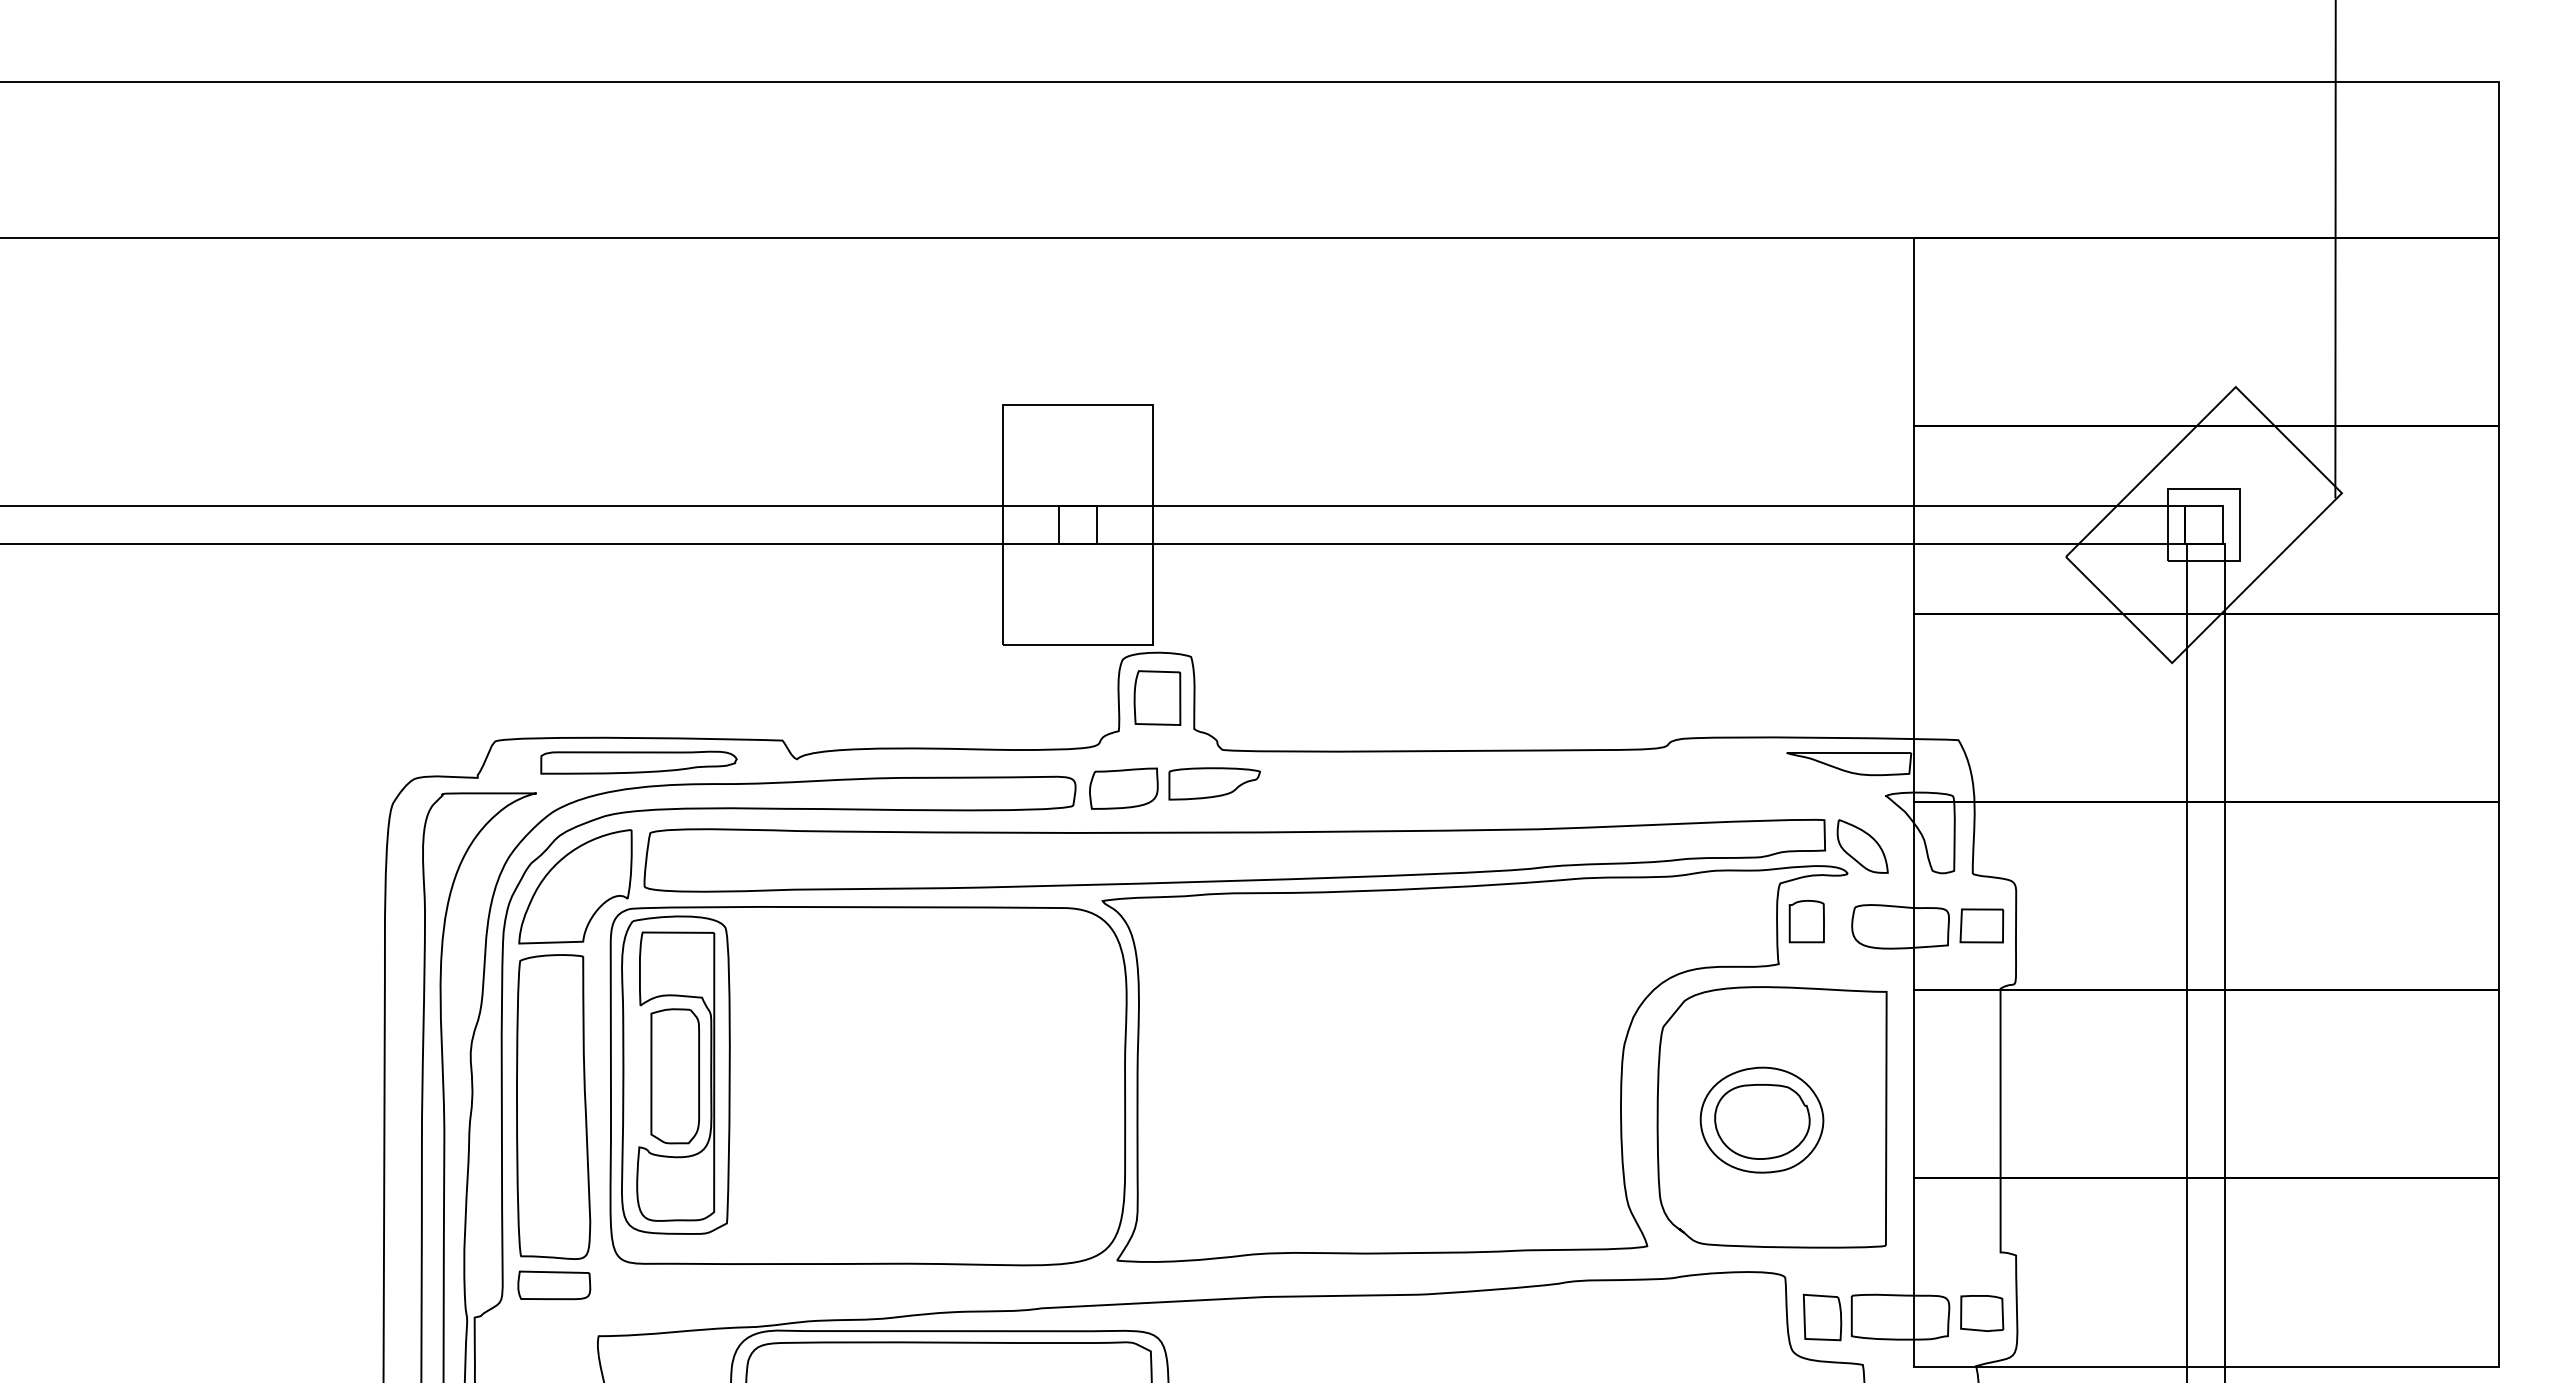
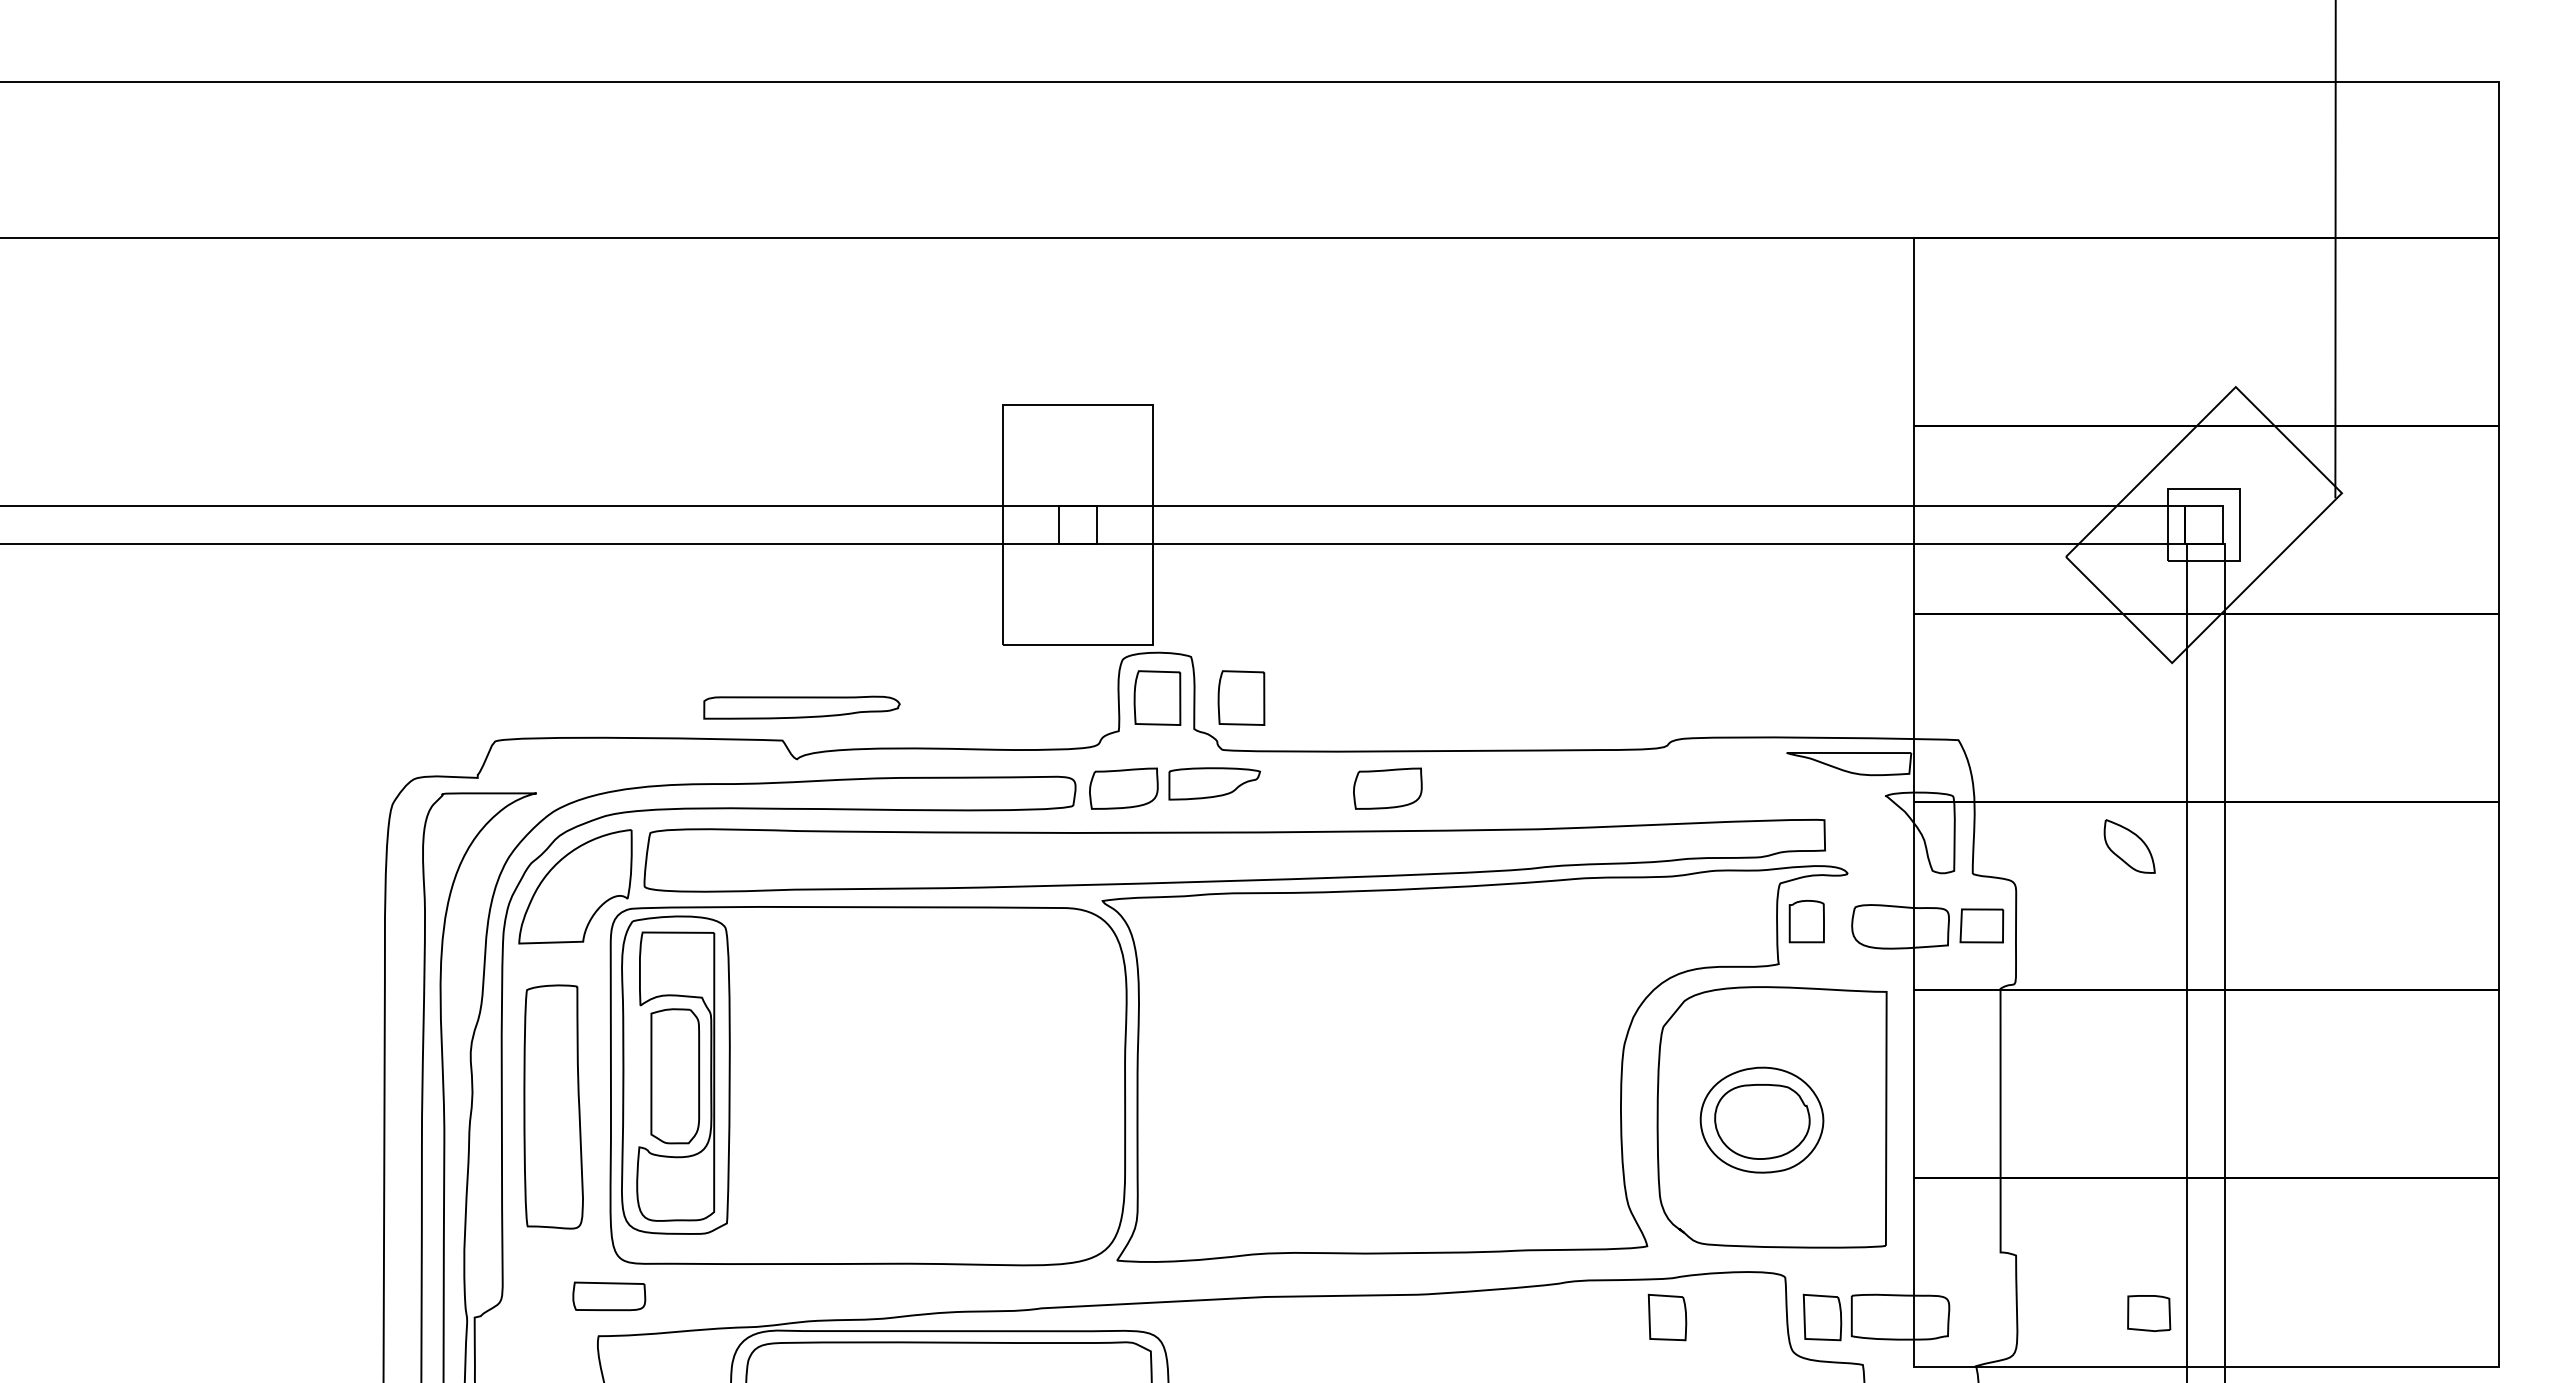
part at (1241, 697): none -> present
part at (638, 762) position: (638, 762) -> (801, 707)
part at (1387, 788): none -> present
part at (1862, 846) position: (1862, 846) -> (2129, 846)
part at (553, 1106) size: 76x306 px -> 61x246 px
part at (554, 1285) position: (554, 1285) -> (609, 1296)
part at (1982, 1313) position: (1982, 1313) -> (2149, 1313)
part at (1667, 1317): none -> present
